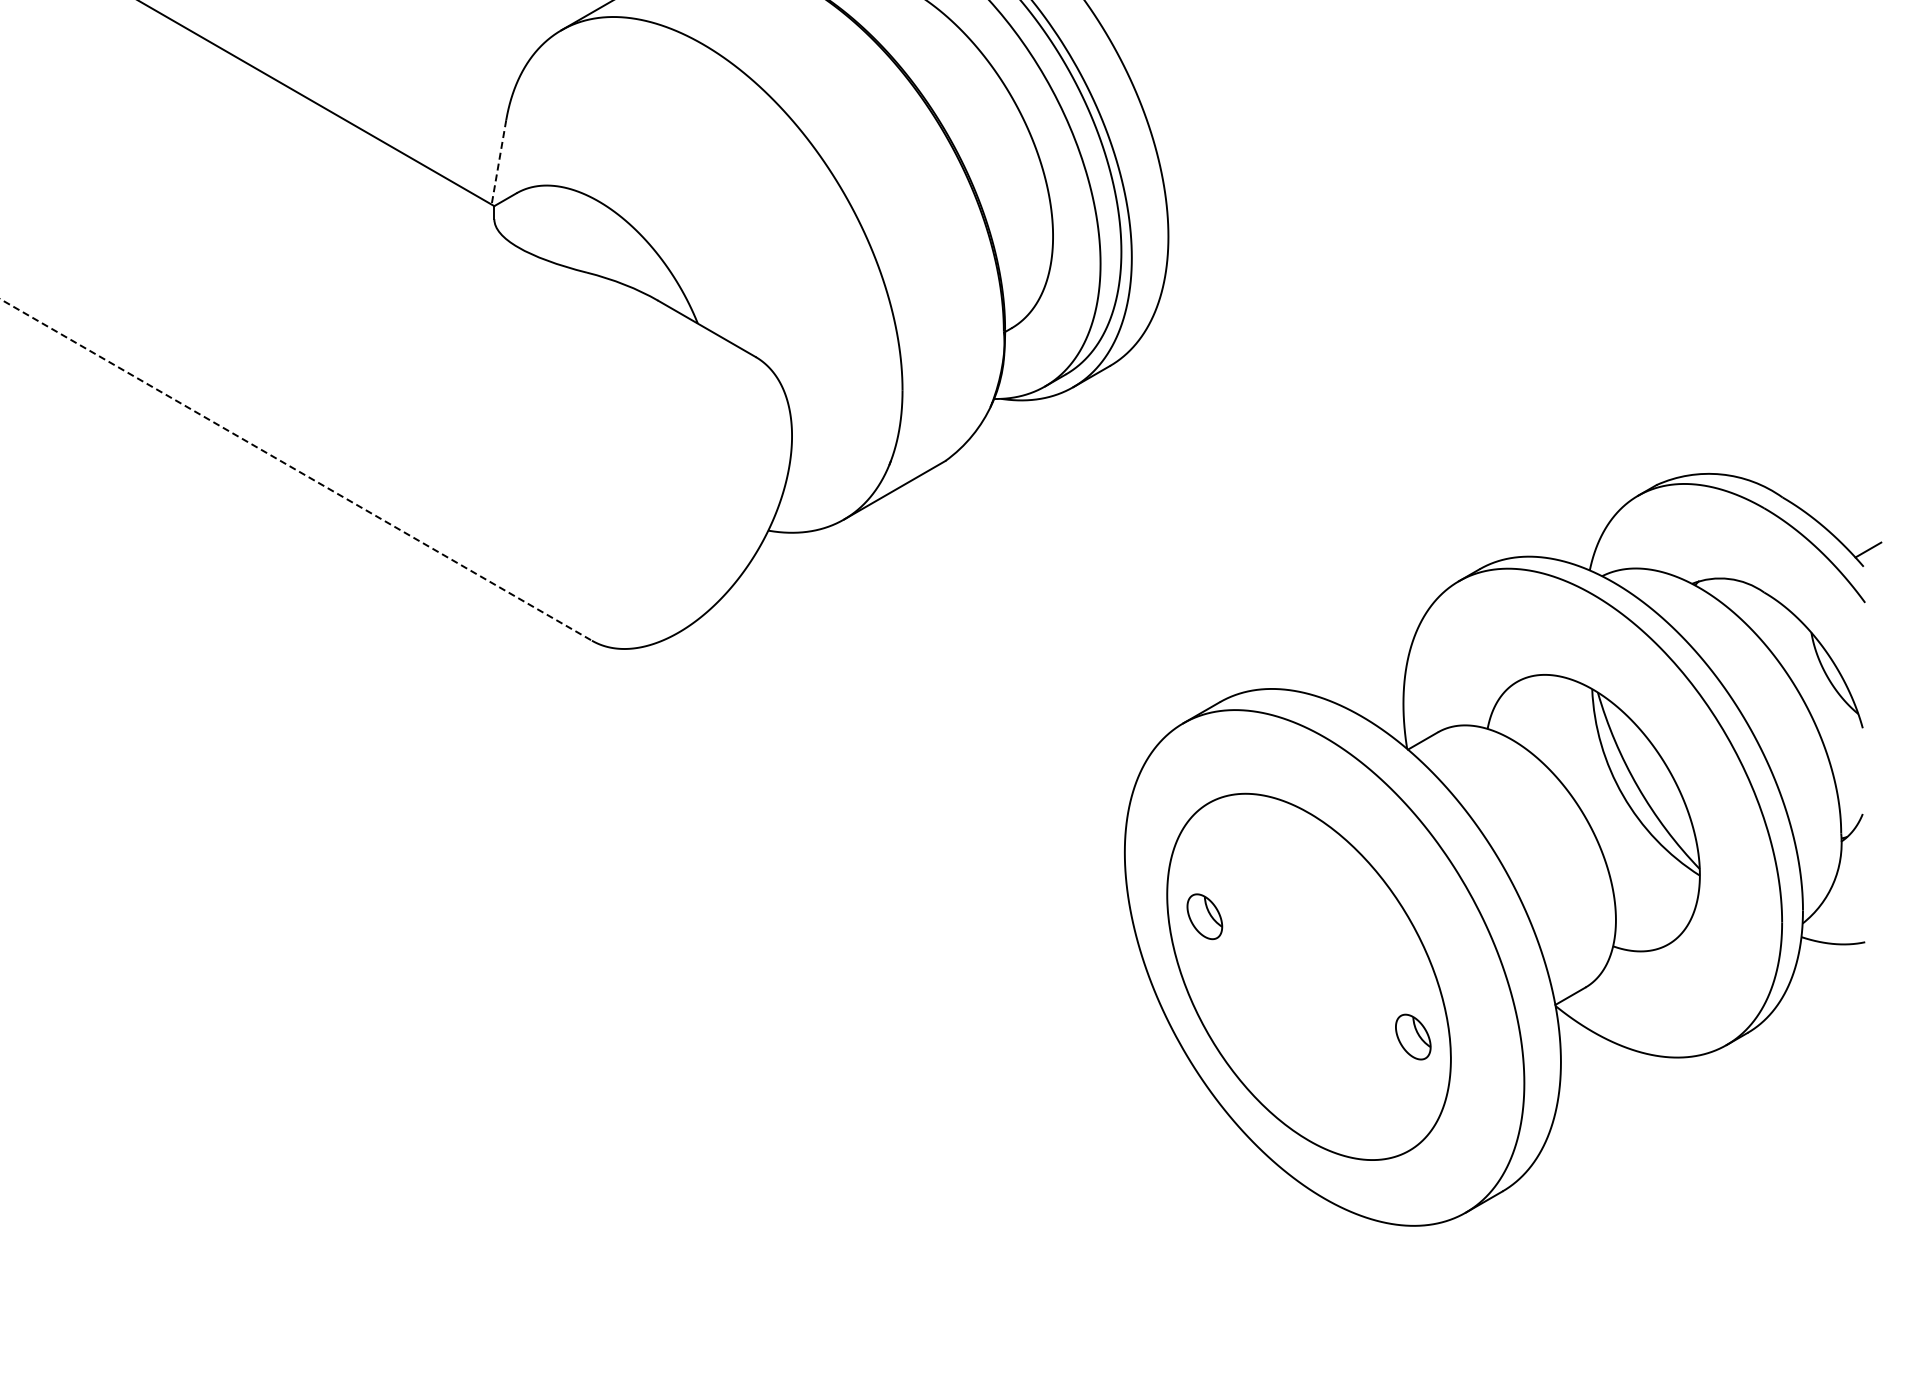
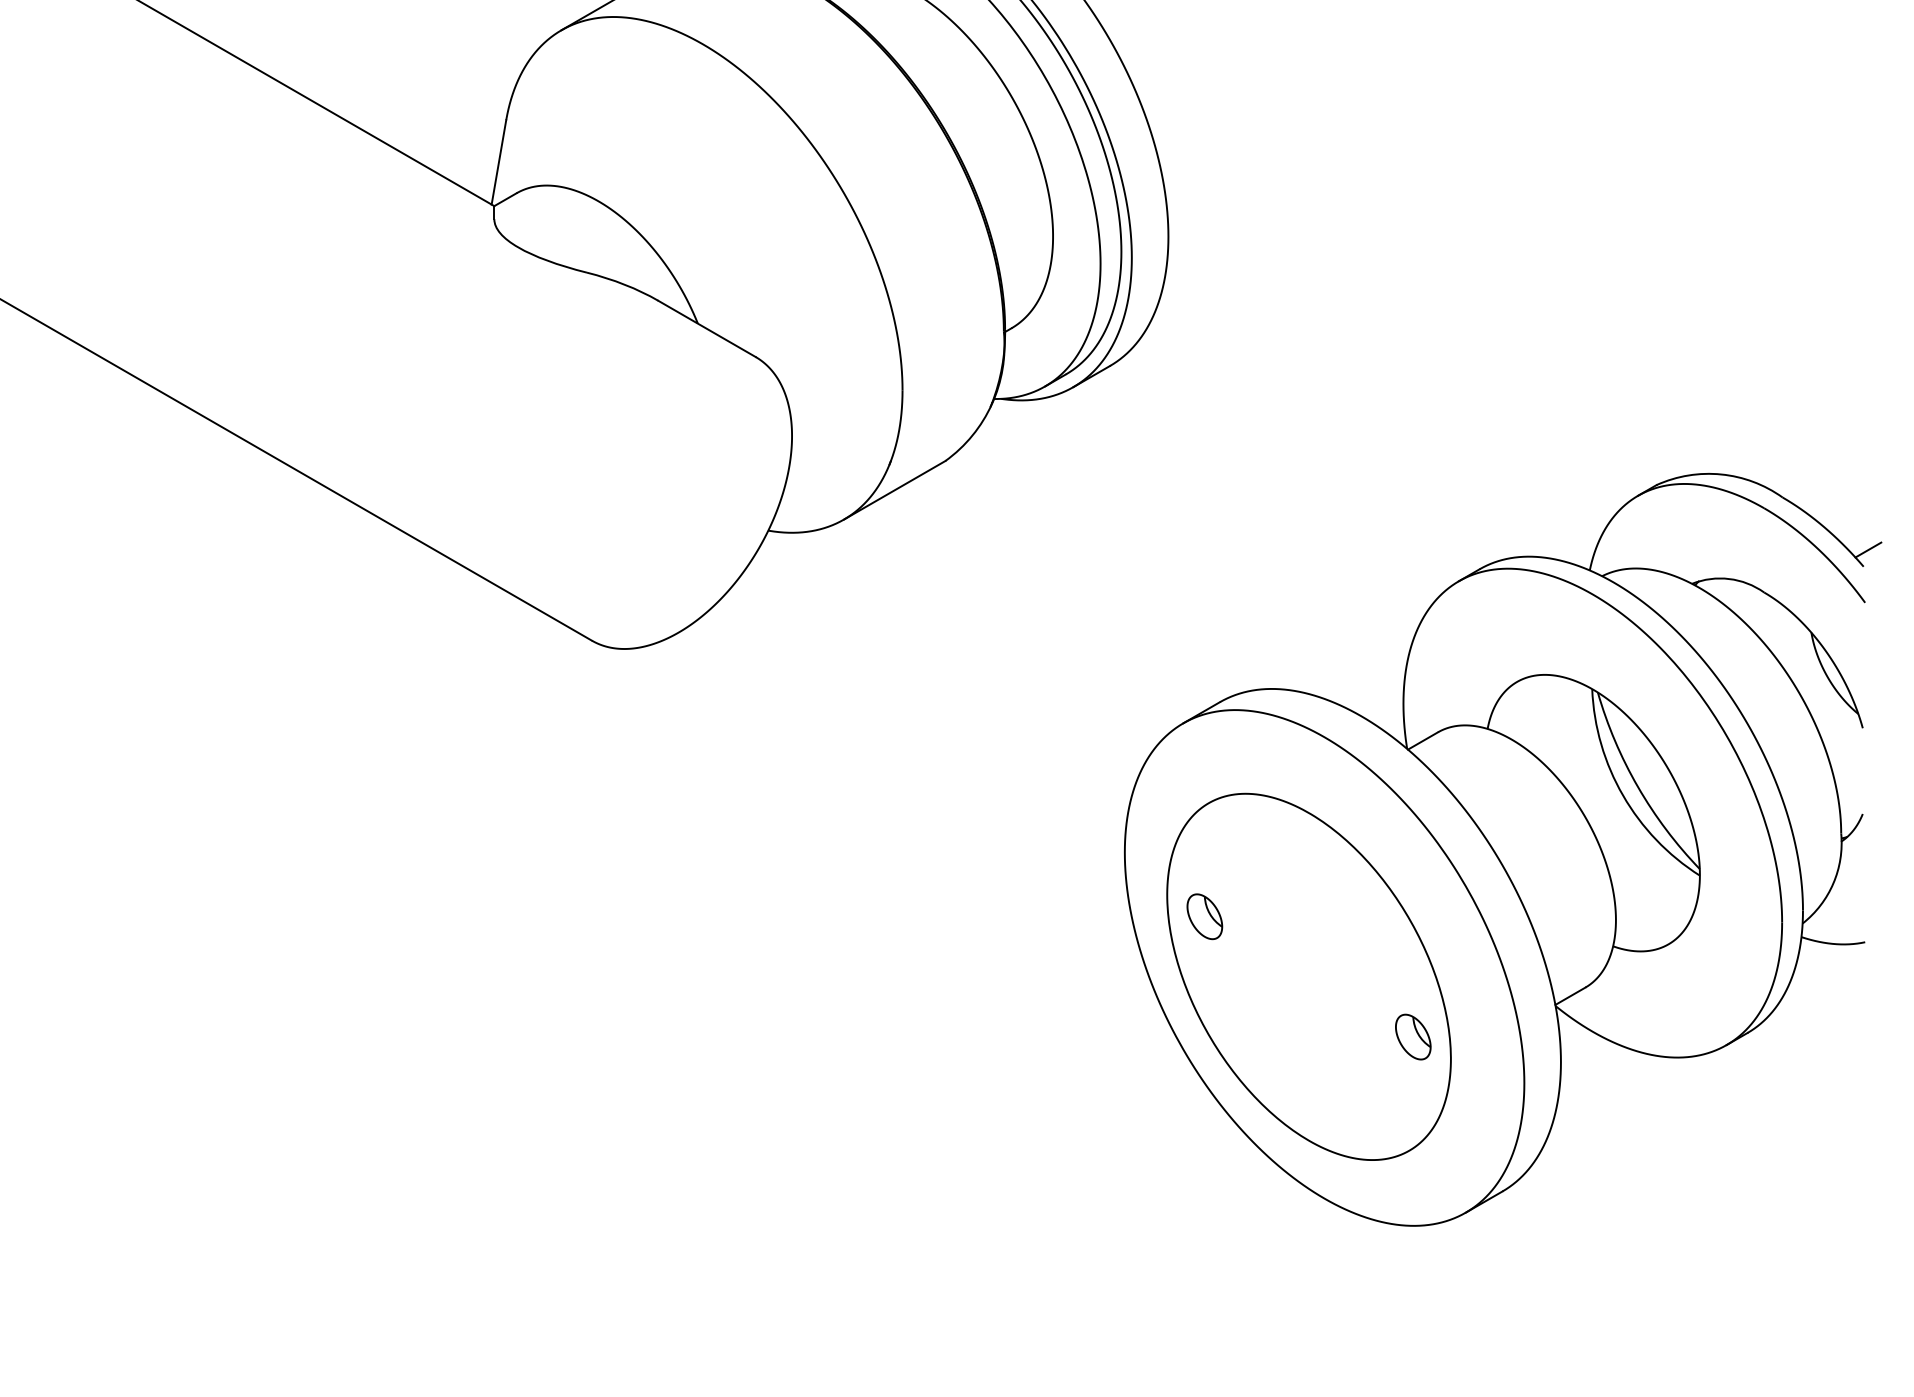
line at (498, 162): dashed -> solid
line at (296, 470): dashed -> solid
